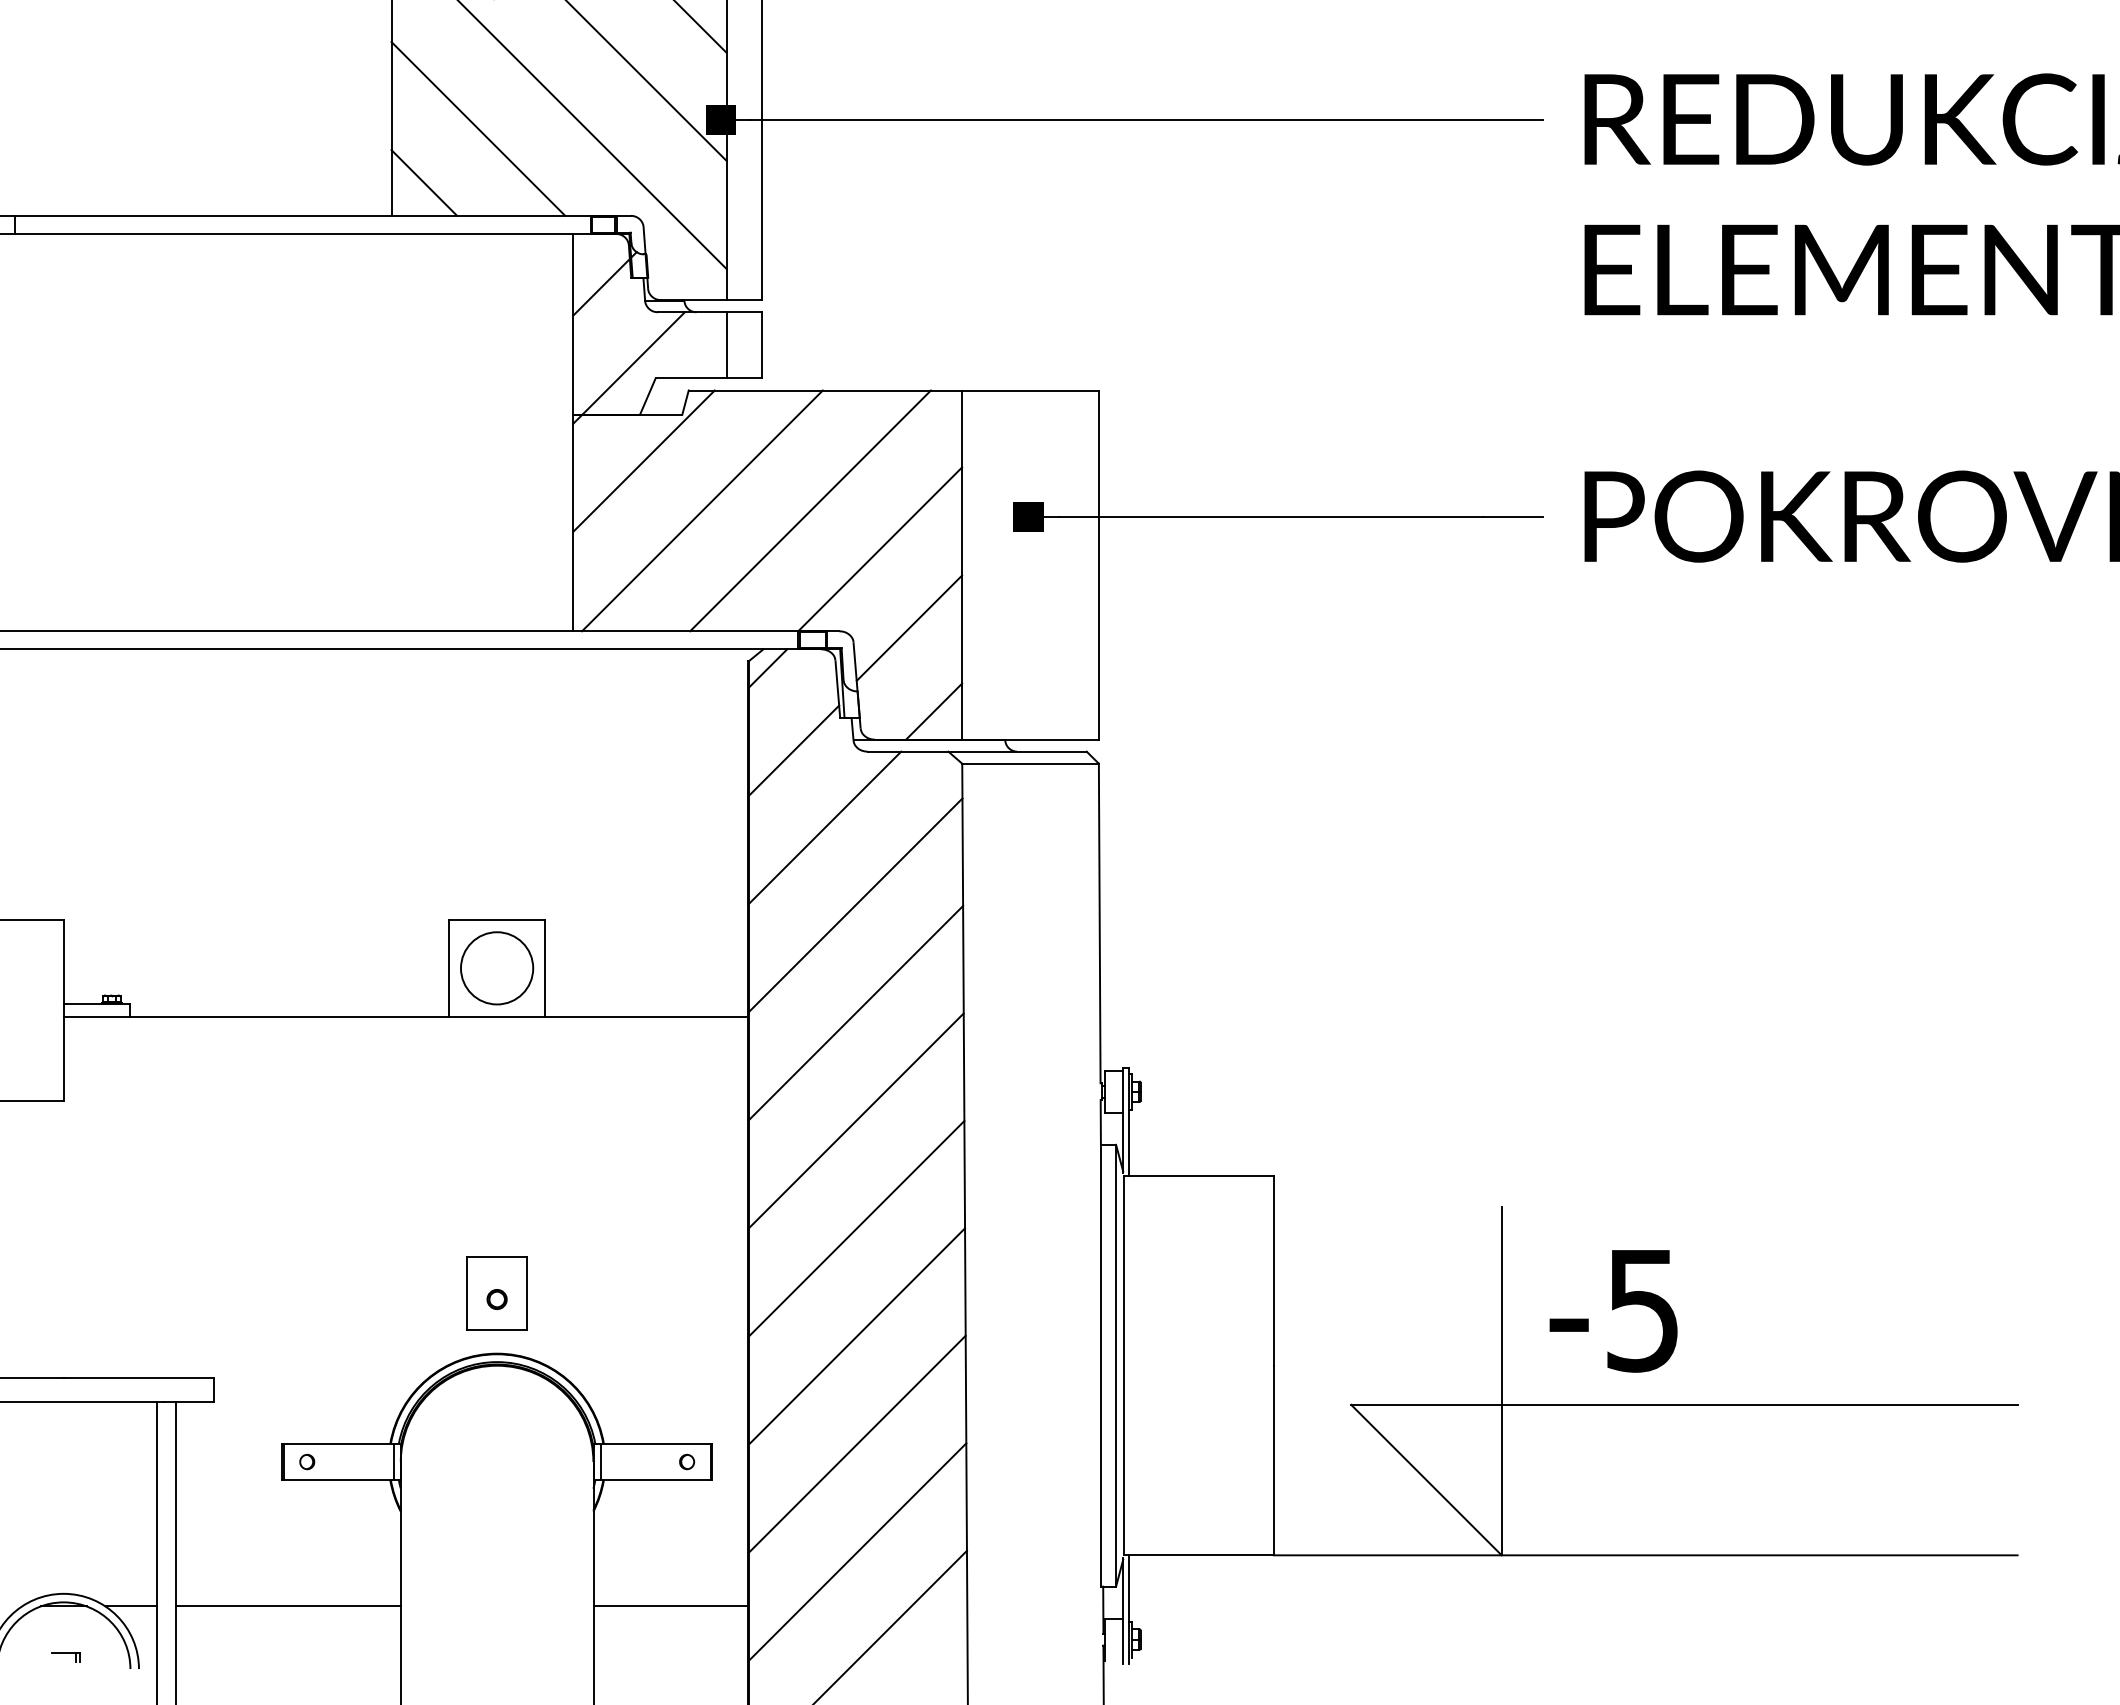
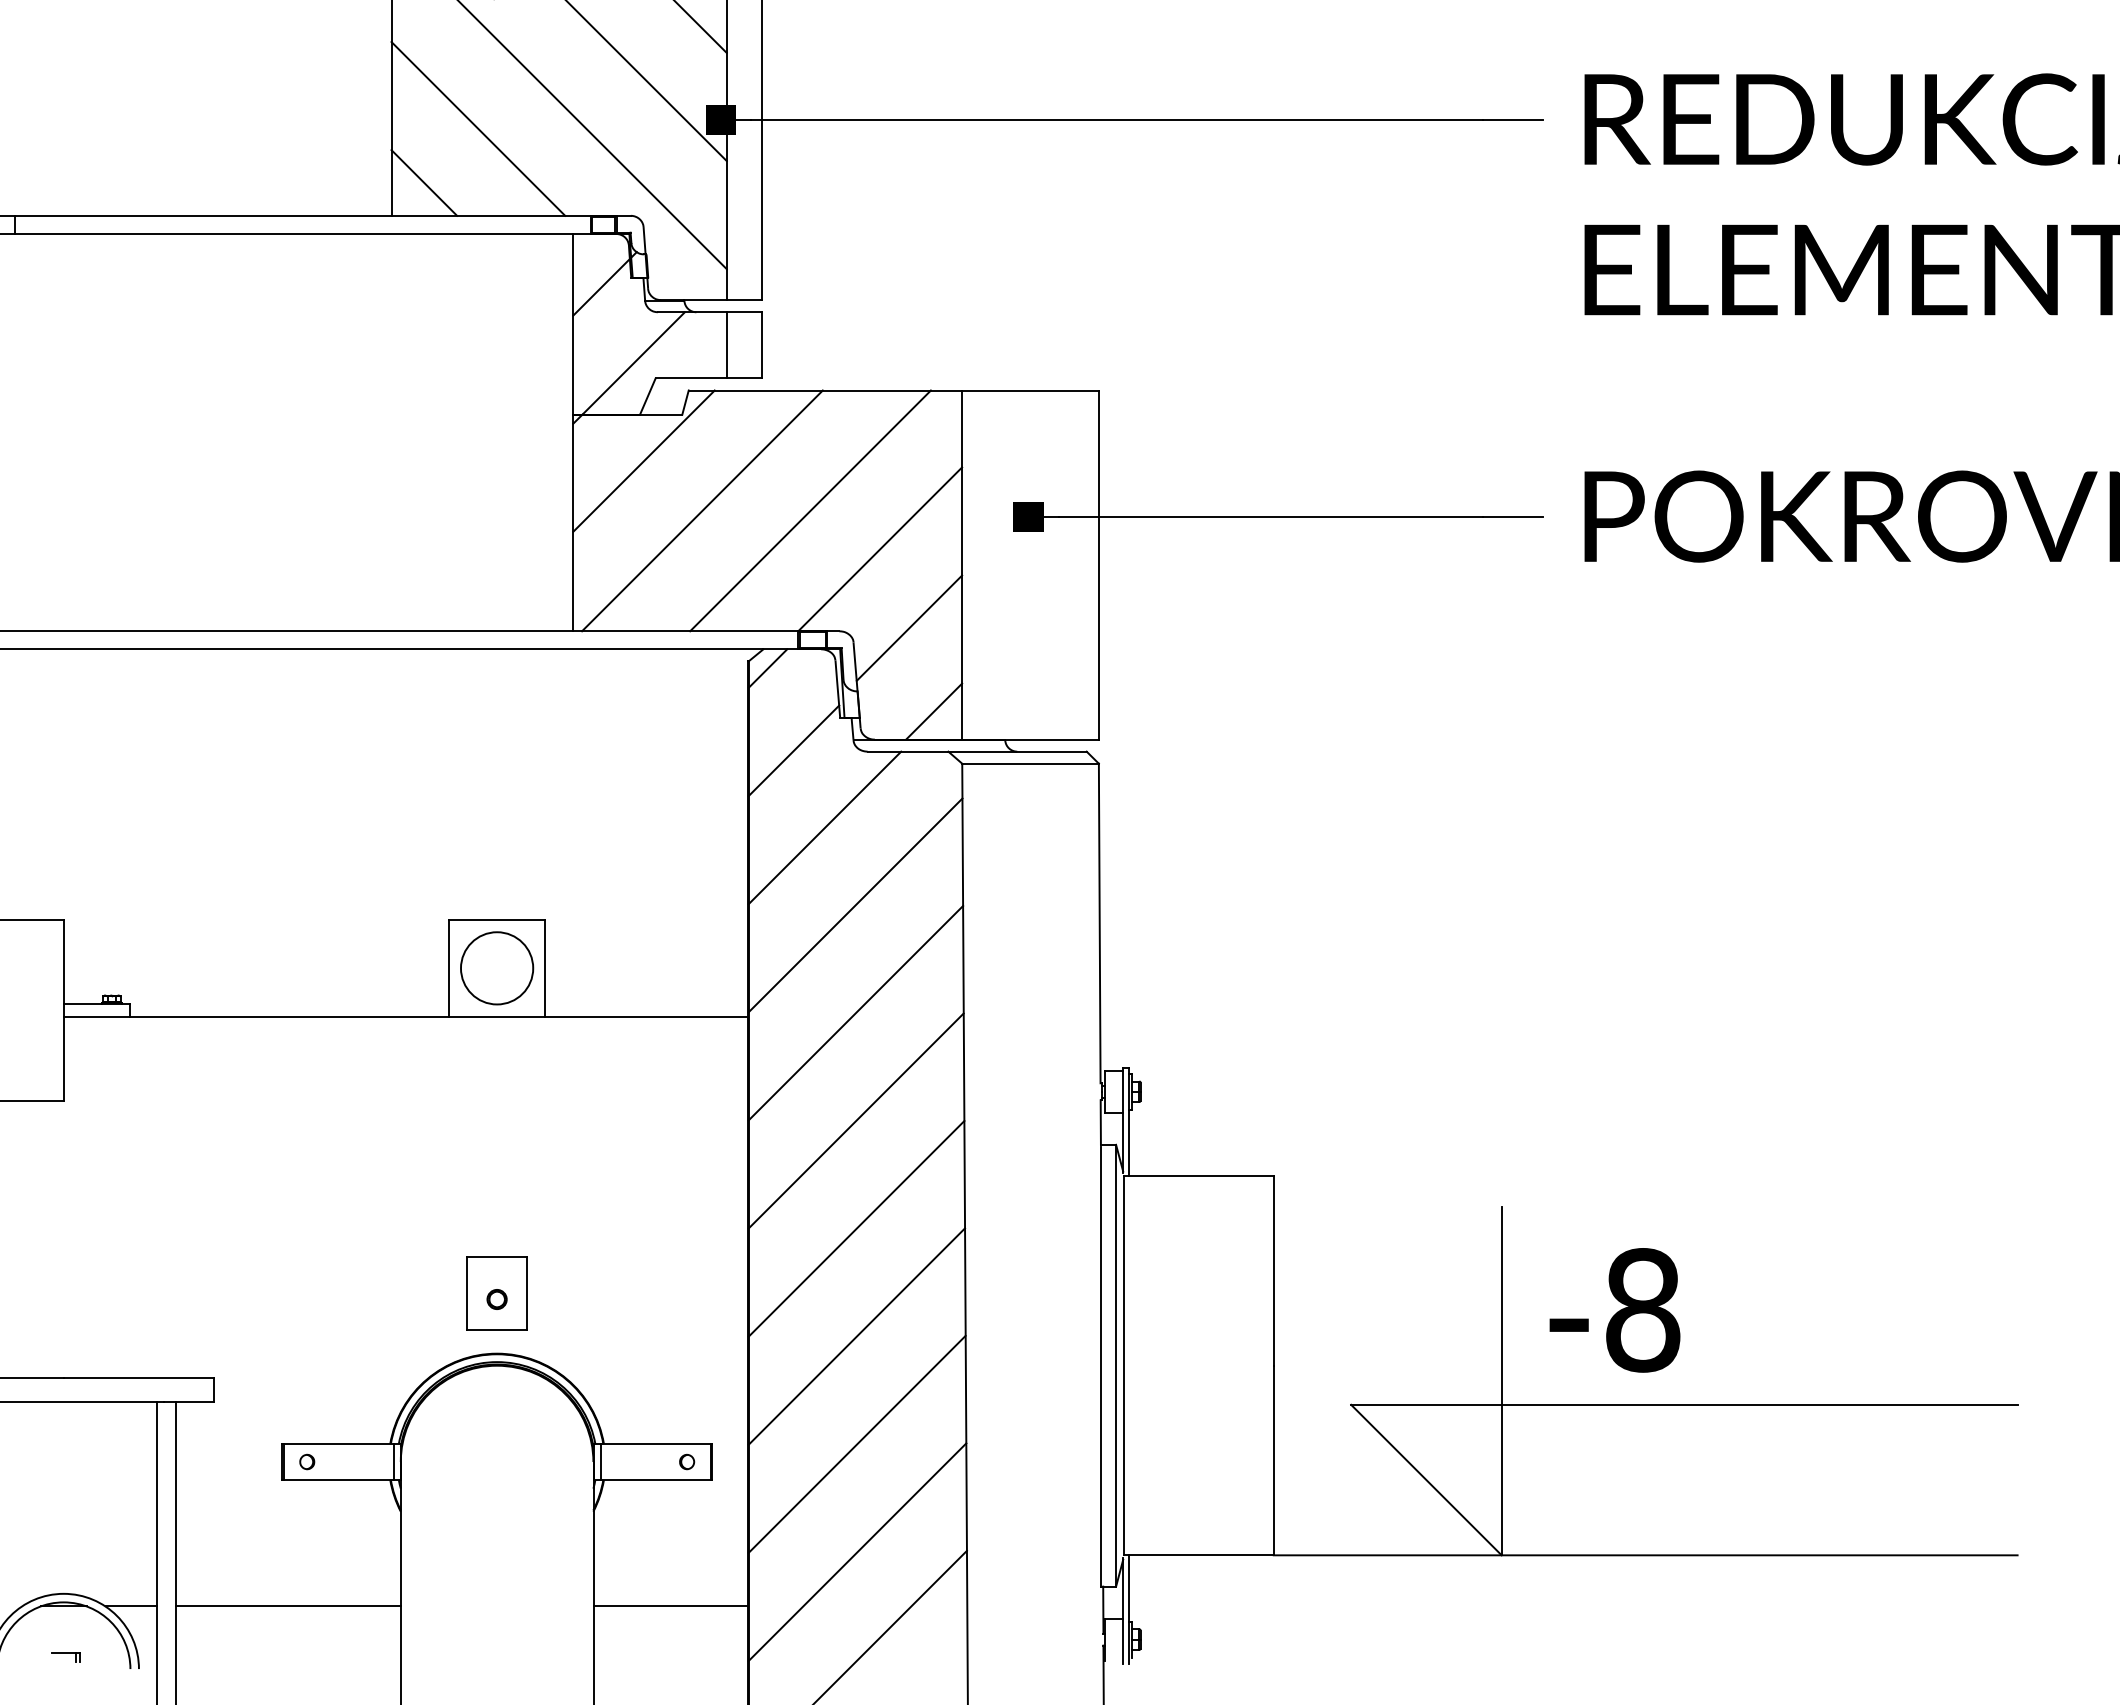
text at (1643, 1310): -5 -> -8
